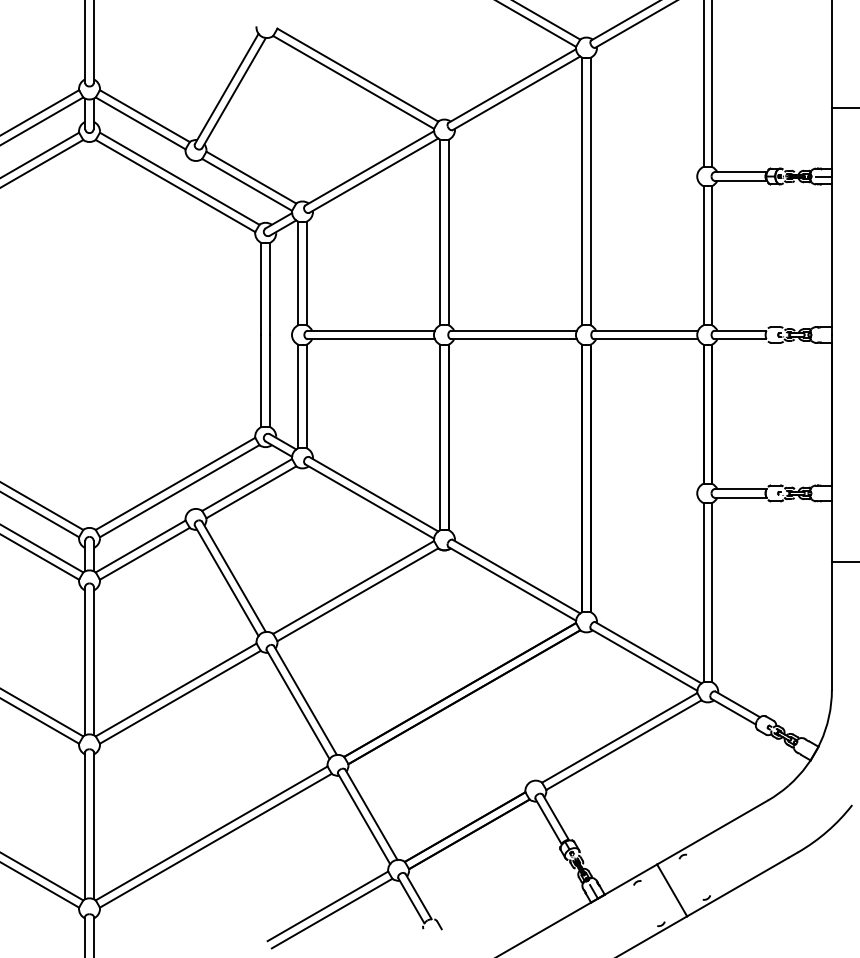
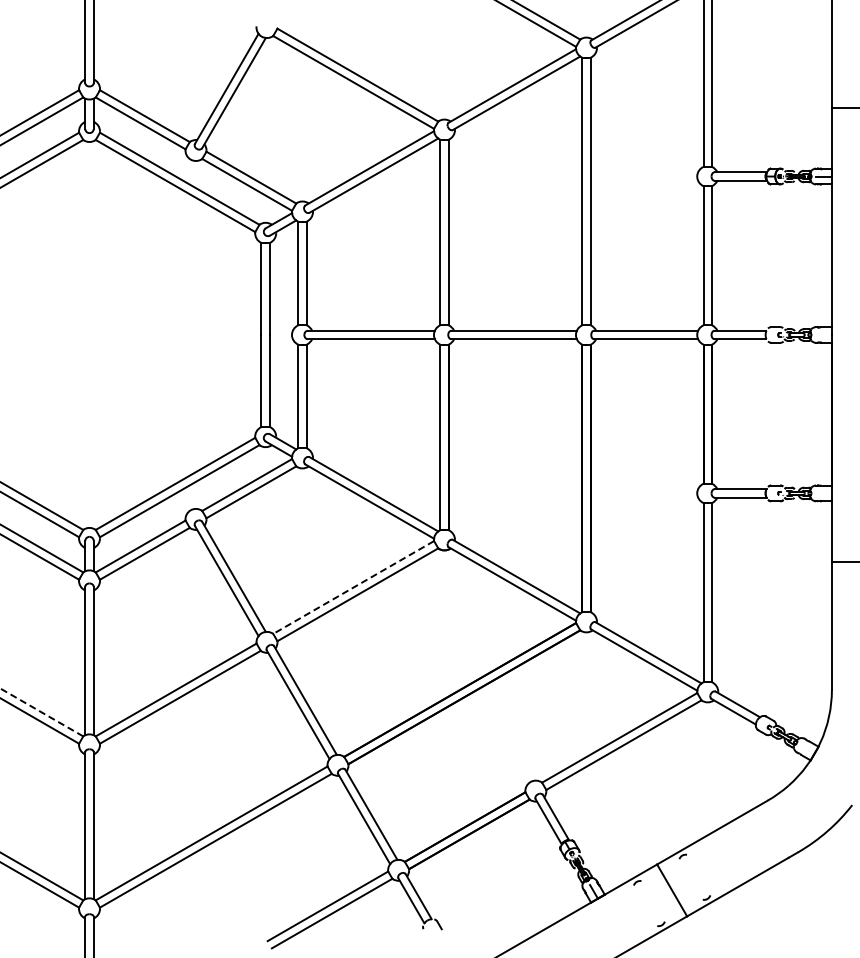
line at (353, 587): solid -> dashed
line at (41, 712): solid -> dashed
